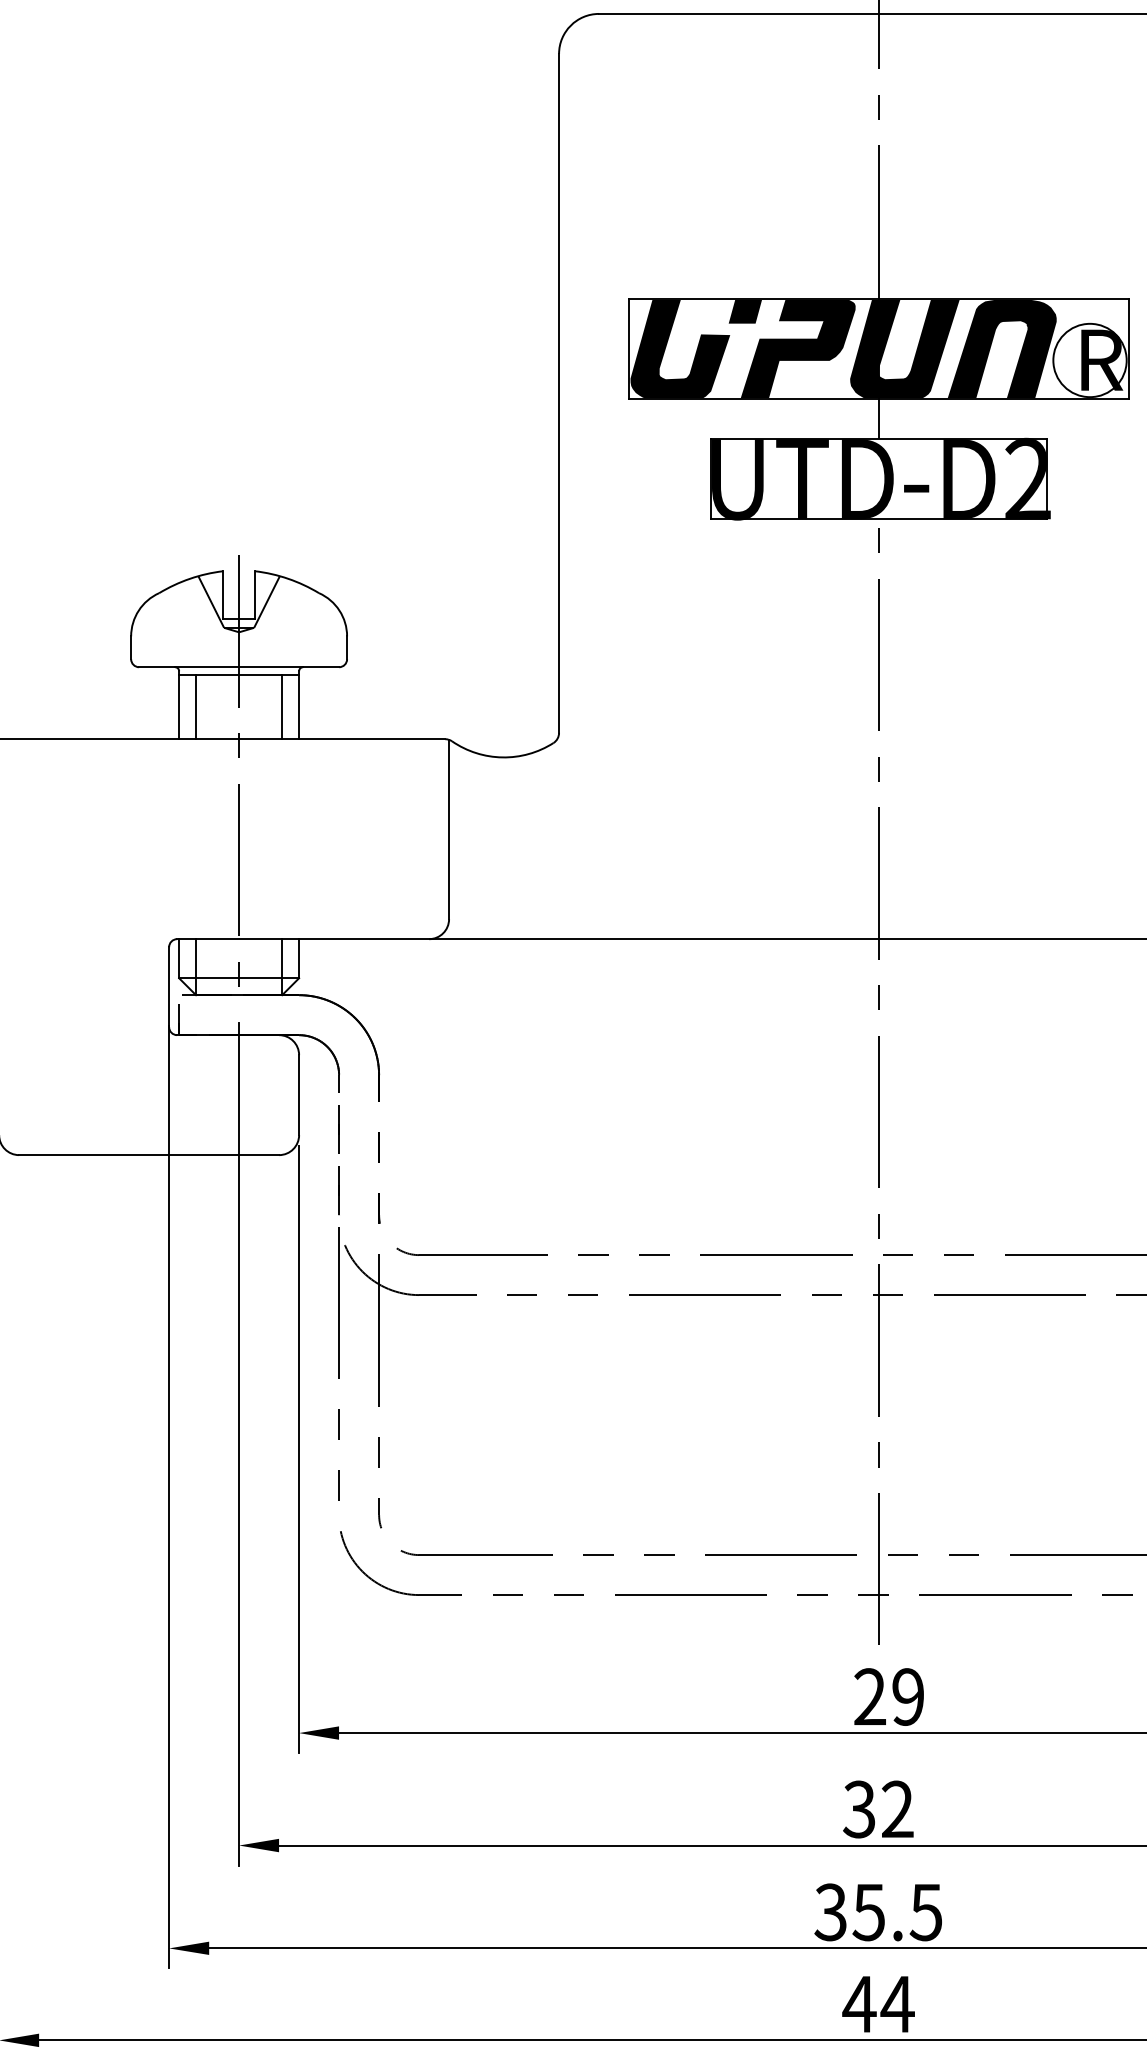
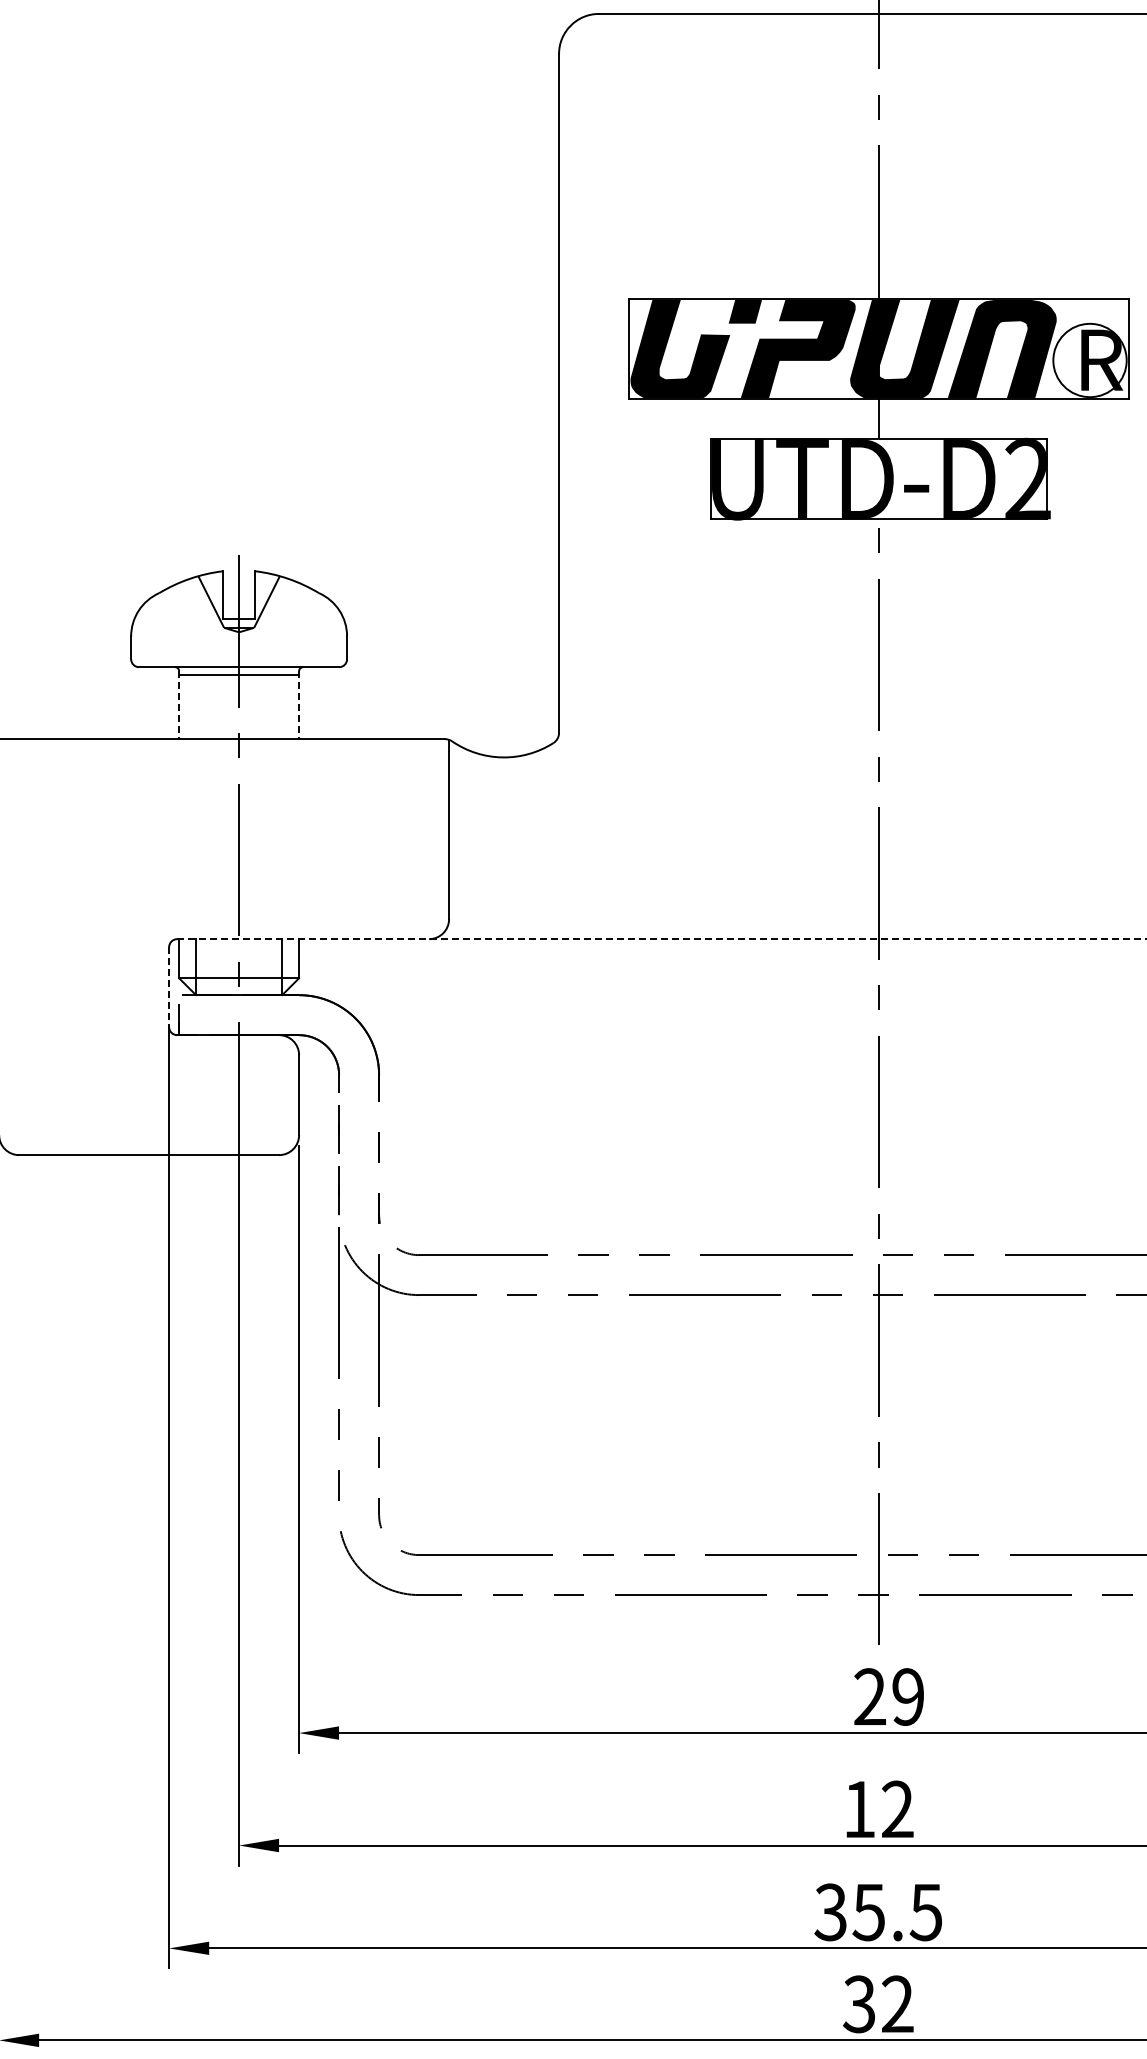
line at (179, 705): solid -> dashed
line at (299, 705): solid -> dashed
line at (196, 707): present -> none
line at (282, 707): present -> none
line at (662, 939): solid -> dashed
line at (169, 987): solid -> dashed
text at (859, 1809): 32 -> 12
text at (878, 2004): 44 -> 32
